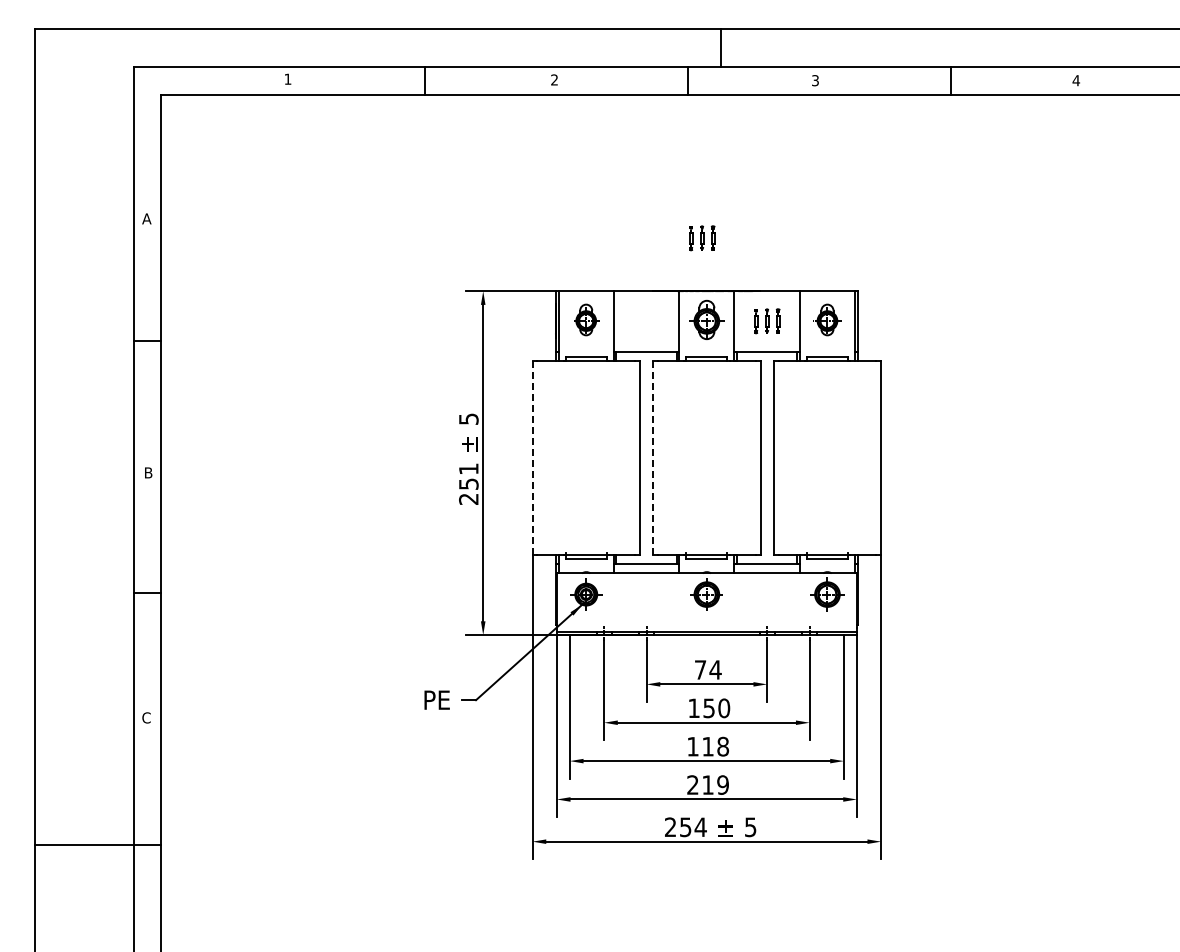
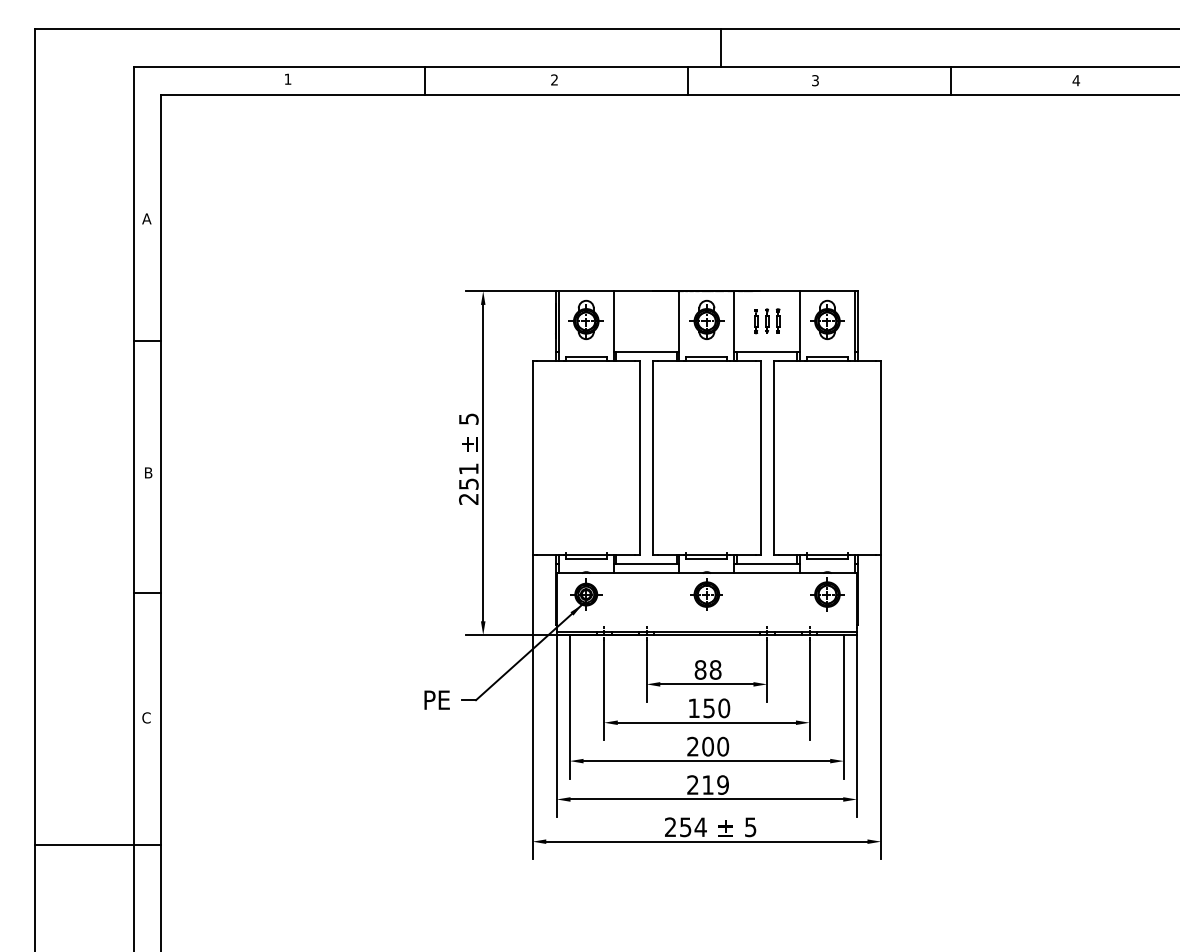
part at (702, 238): present -> none
part at (586, 319) size: 26x34 px -> 36x42 px
part at (827, 319) size: 29x34 px -> 35x42 px
line at (532, 458): dashed -> solid
line at (653, 458): dashed -> solid
text at (707, 669): 74 -> 88
text at (708, 746): 118 -> 200
